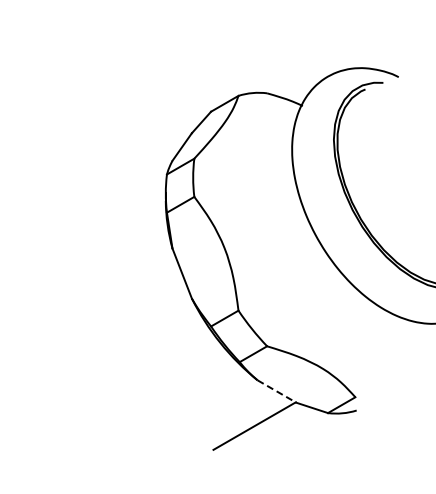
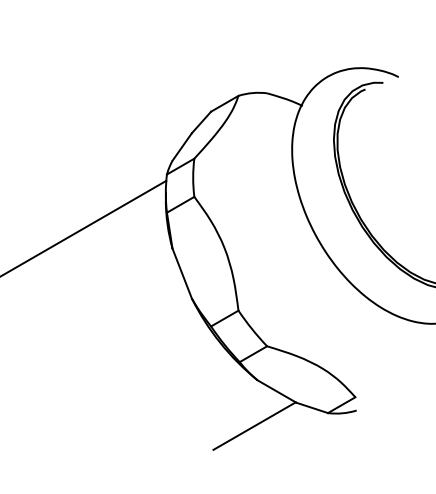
line at (84, 227): none -> present
line at (277, 391): dashed -> solid
